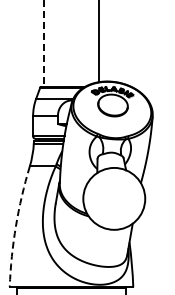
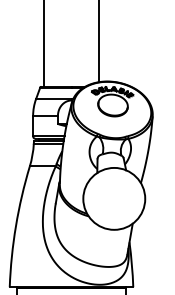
line at (44, 43): dashed -> solid
arc at (15, 226): dashed -> solid
